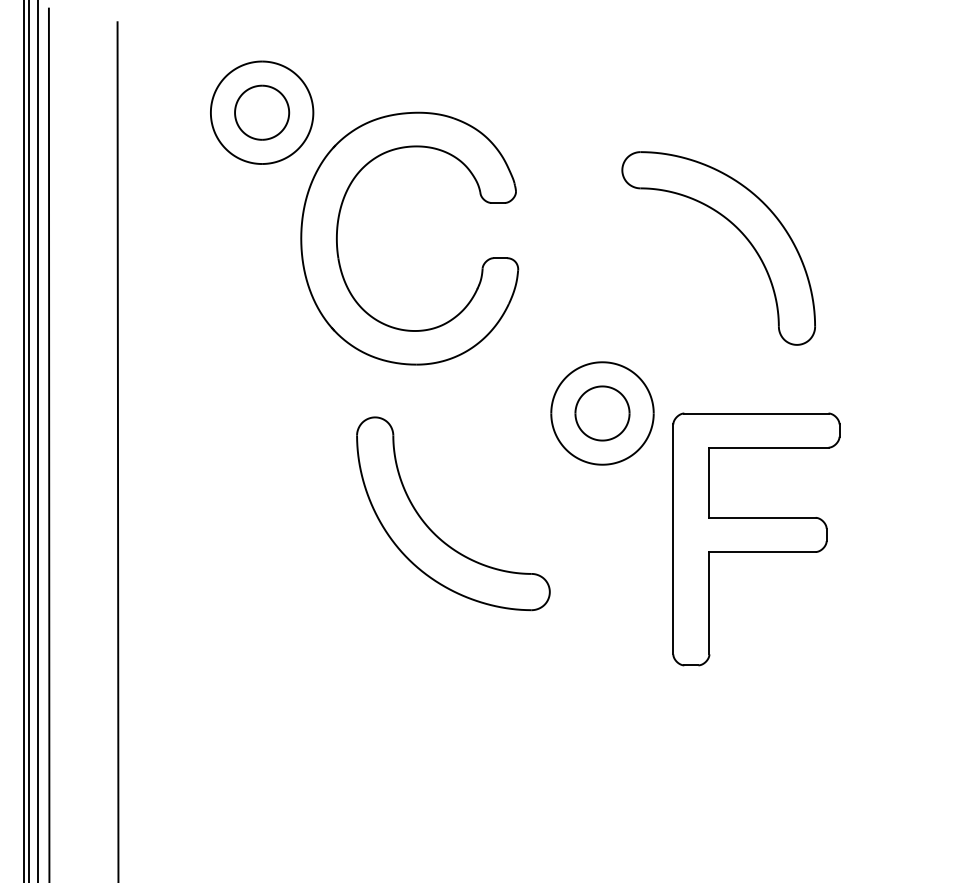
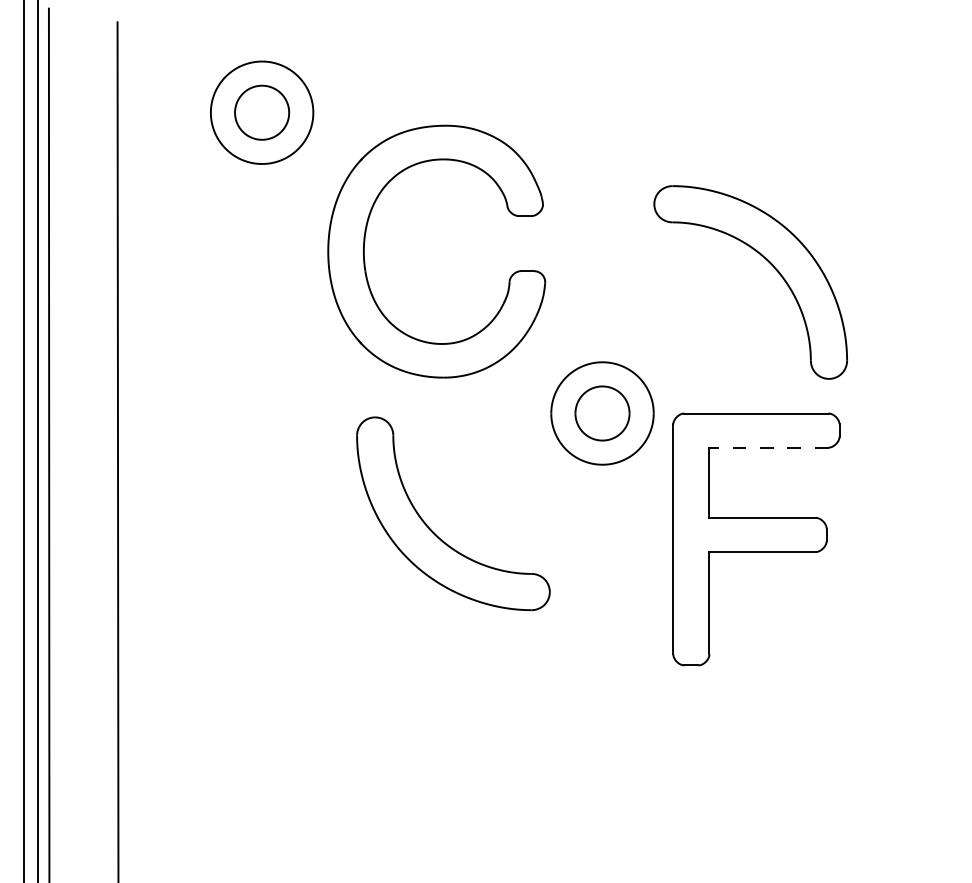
part at (338, 229) position: (338, 229) -> (365, 242)
part at (737, 229) position: (737, 229) -> (769, 263)
line at (29, 440): present -> none
line at (769, 447): solid -> dashed
